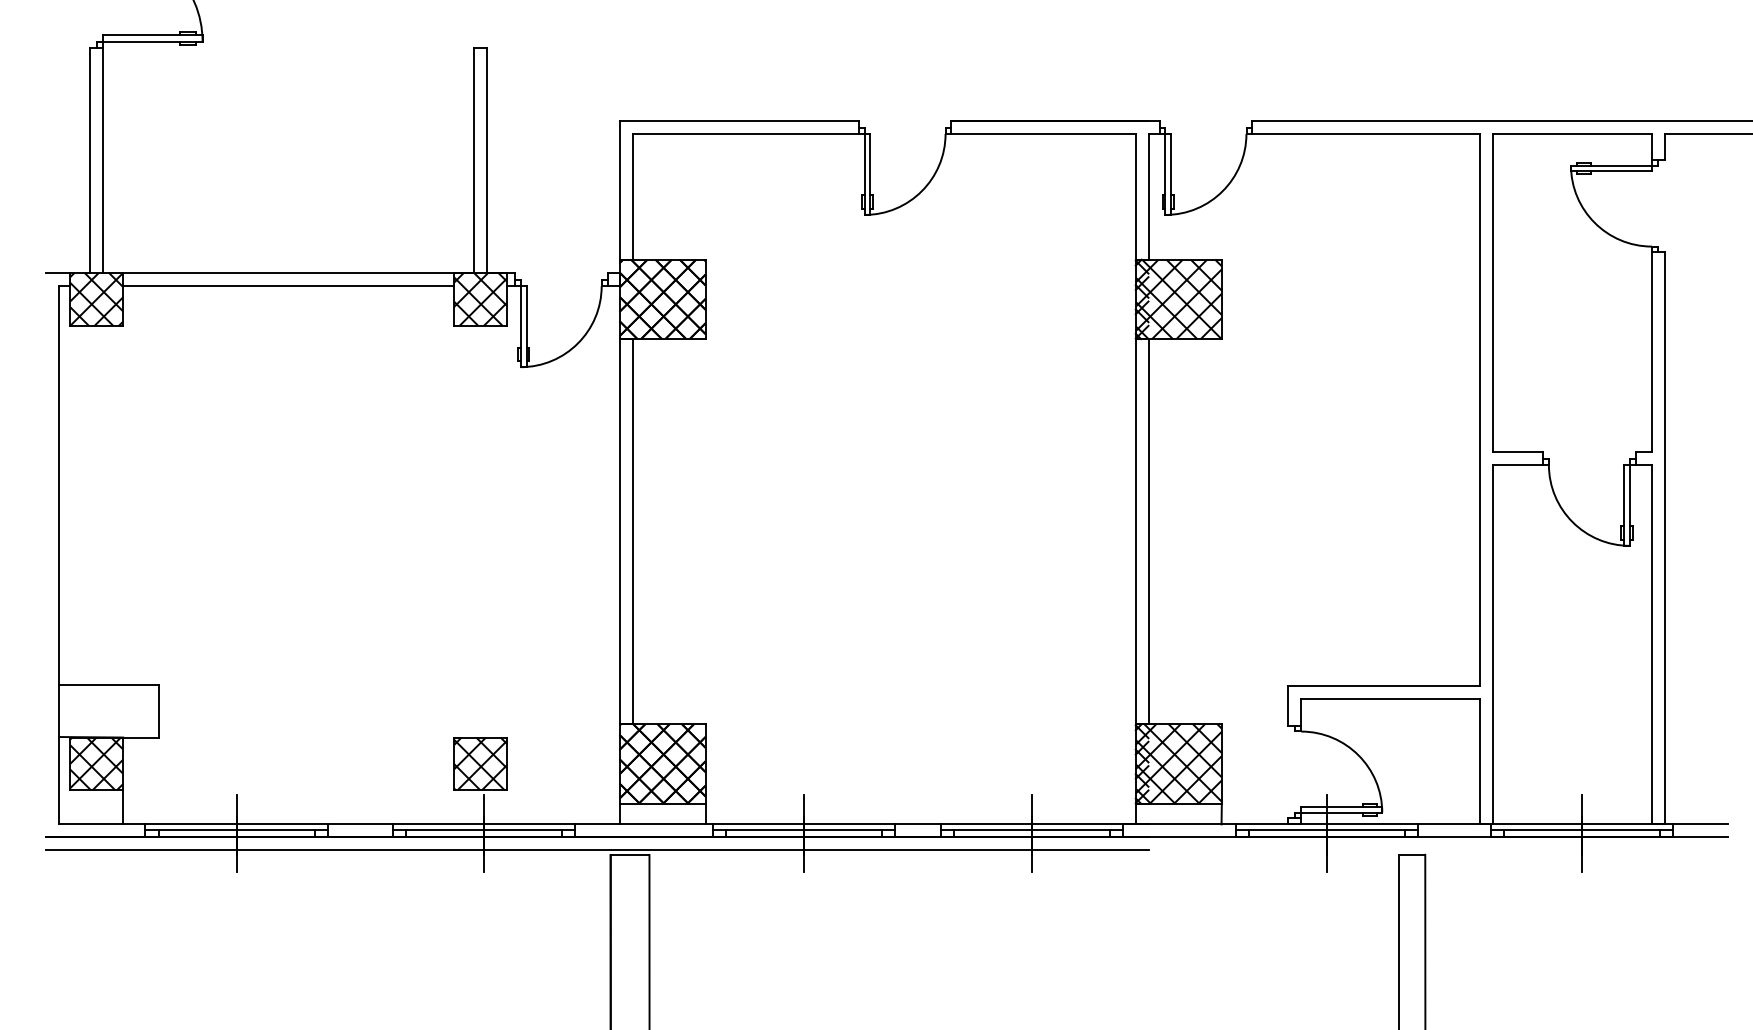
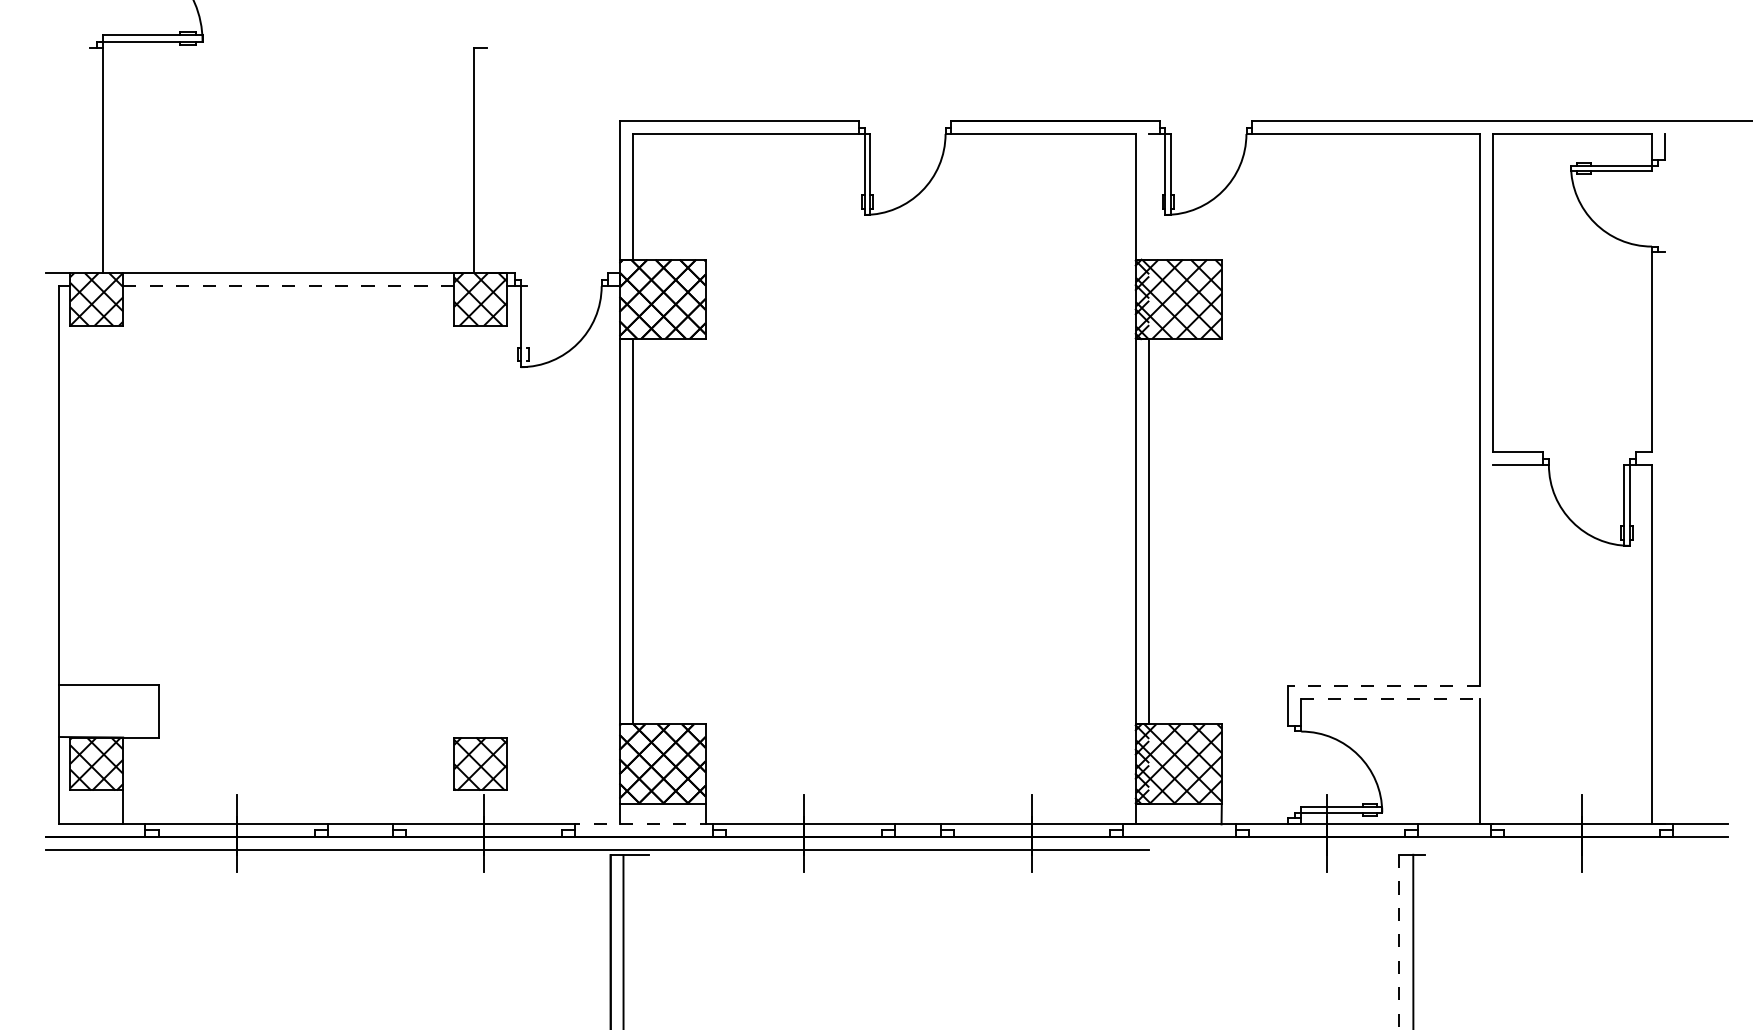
line at (1707, 133): present -> none
line at (90, 160): present -> none
line at (487, 160): present -> none
line at (1149, 196): present -> none
line at (289, 286): solid -> dashed
line at (526, 326): present -> none
line at (1665, 537): present -> none
line at (1493, 643): present -> none
line at (1383, 685): solid -> dashed
line at (1391, 698): solid -> dashed
line at (644, 823): solid -> dashed
line at (236, 830): present -> none
line at (484, 830): present -> none
line at (803, 830): present -> none
line at (1031, 830): present -> none
line at (1327, 830): present -> none
line at (1581, 830): present -> none
line at (649, 940) position: (649, 940) -> (623, 940)
line at (1425, 940) position: (1425, 940) -> (1413, 940)
line at (1399, 942): solid -> dashed
